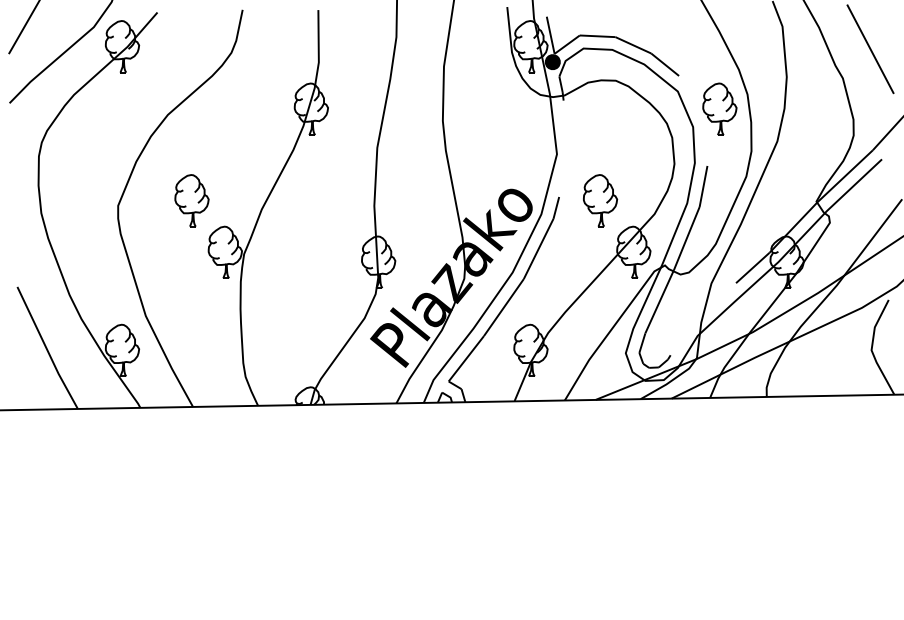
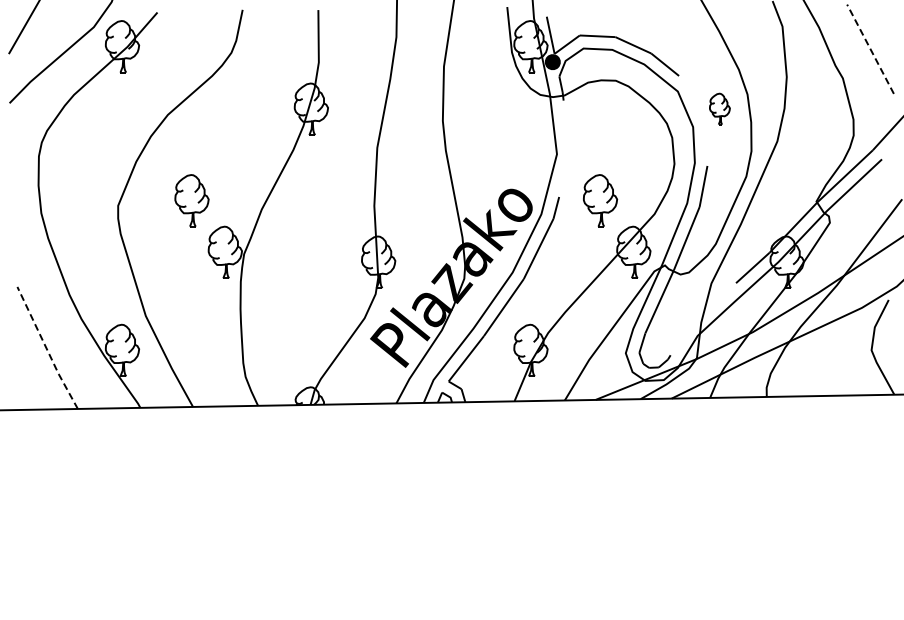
line at (870, 48): solid -> dashed
part at (719, 108) size: 36x54 px -> 22x34 px
line at (46, 348): solid -> dashed
